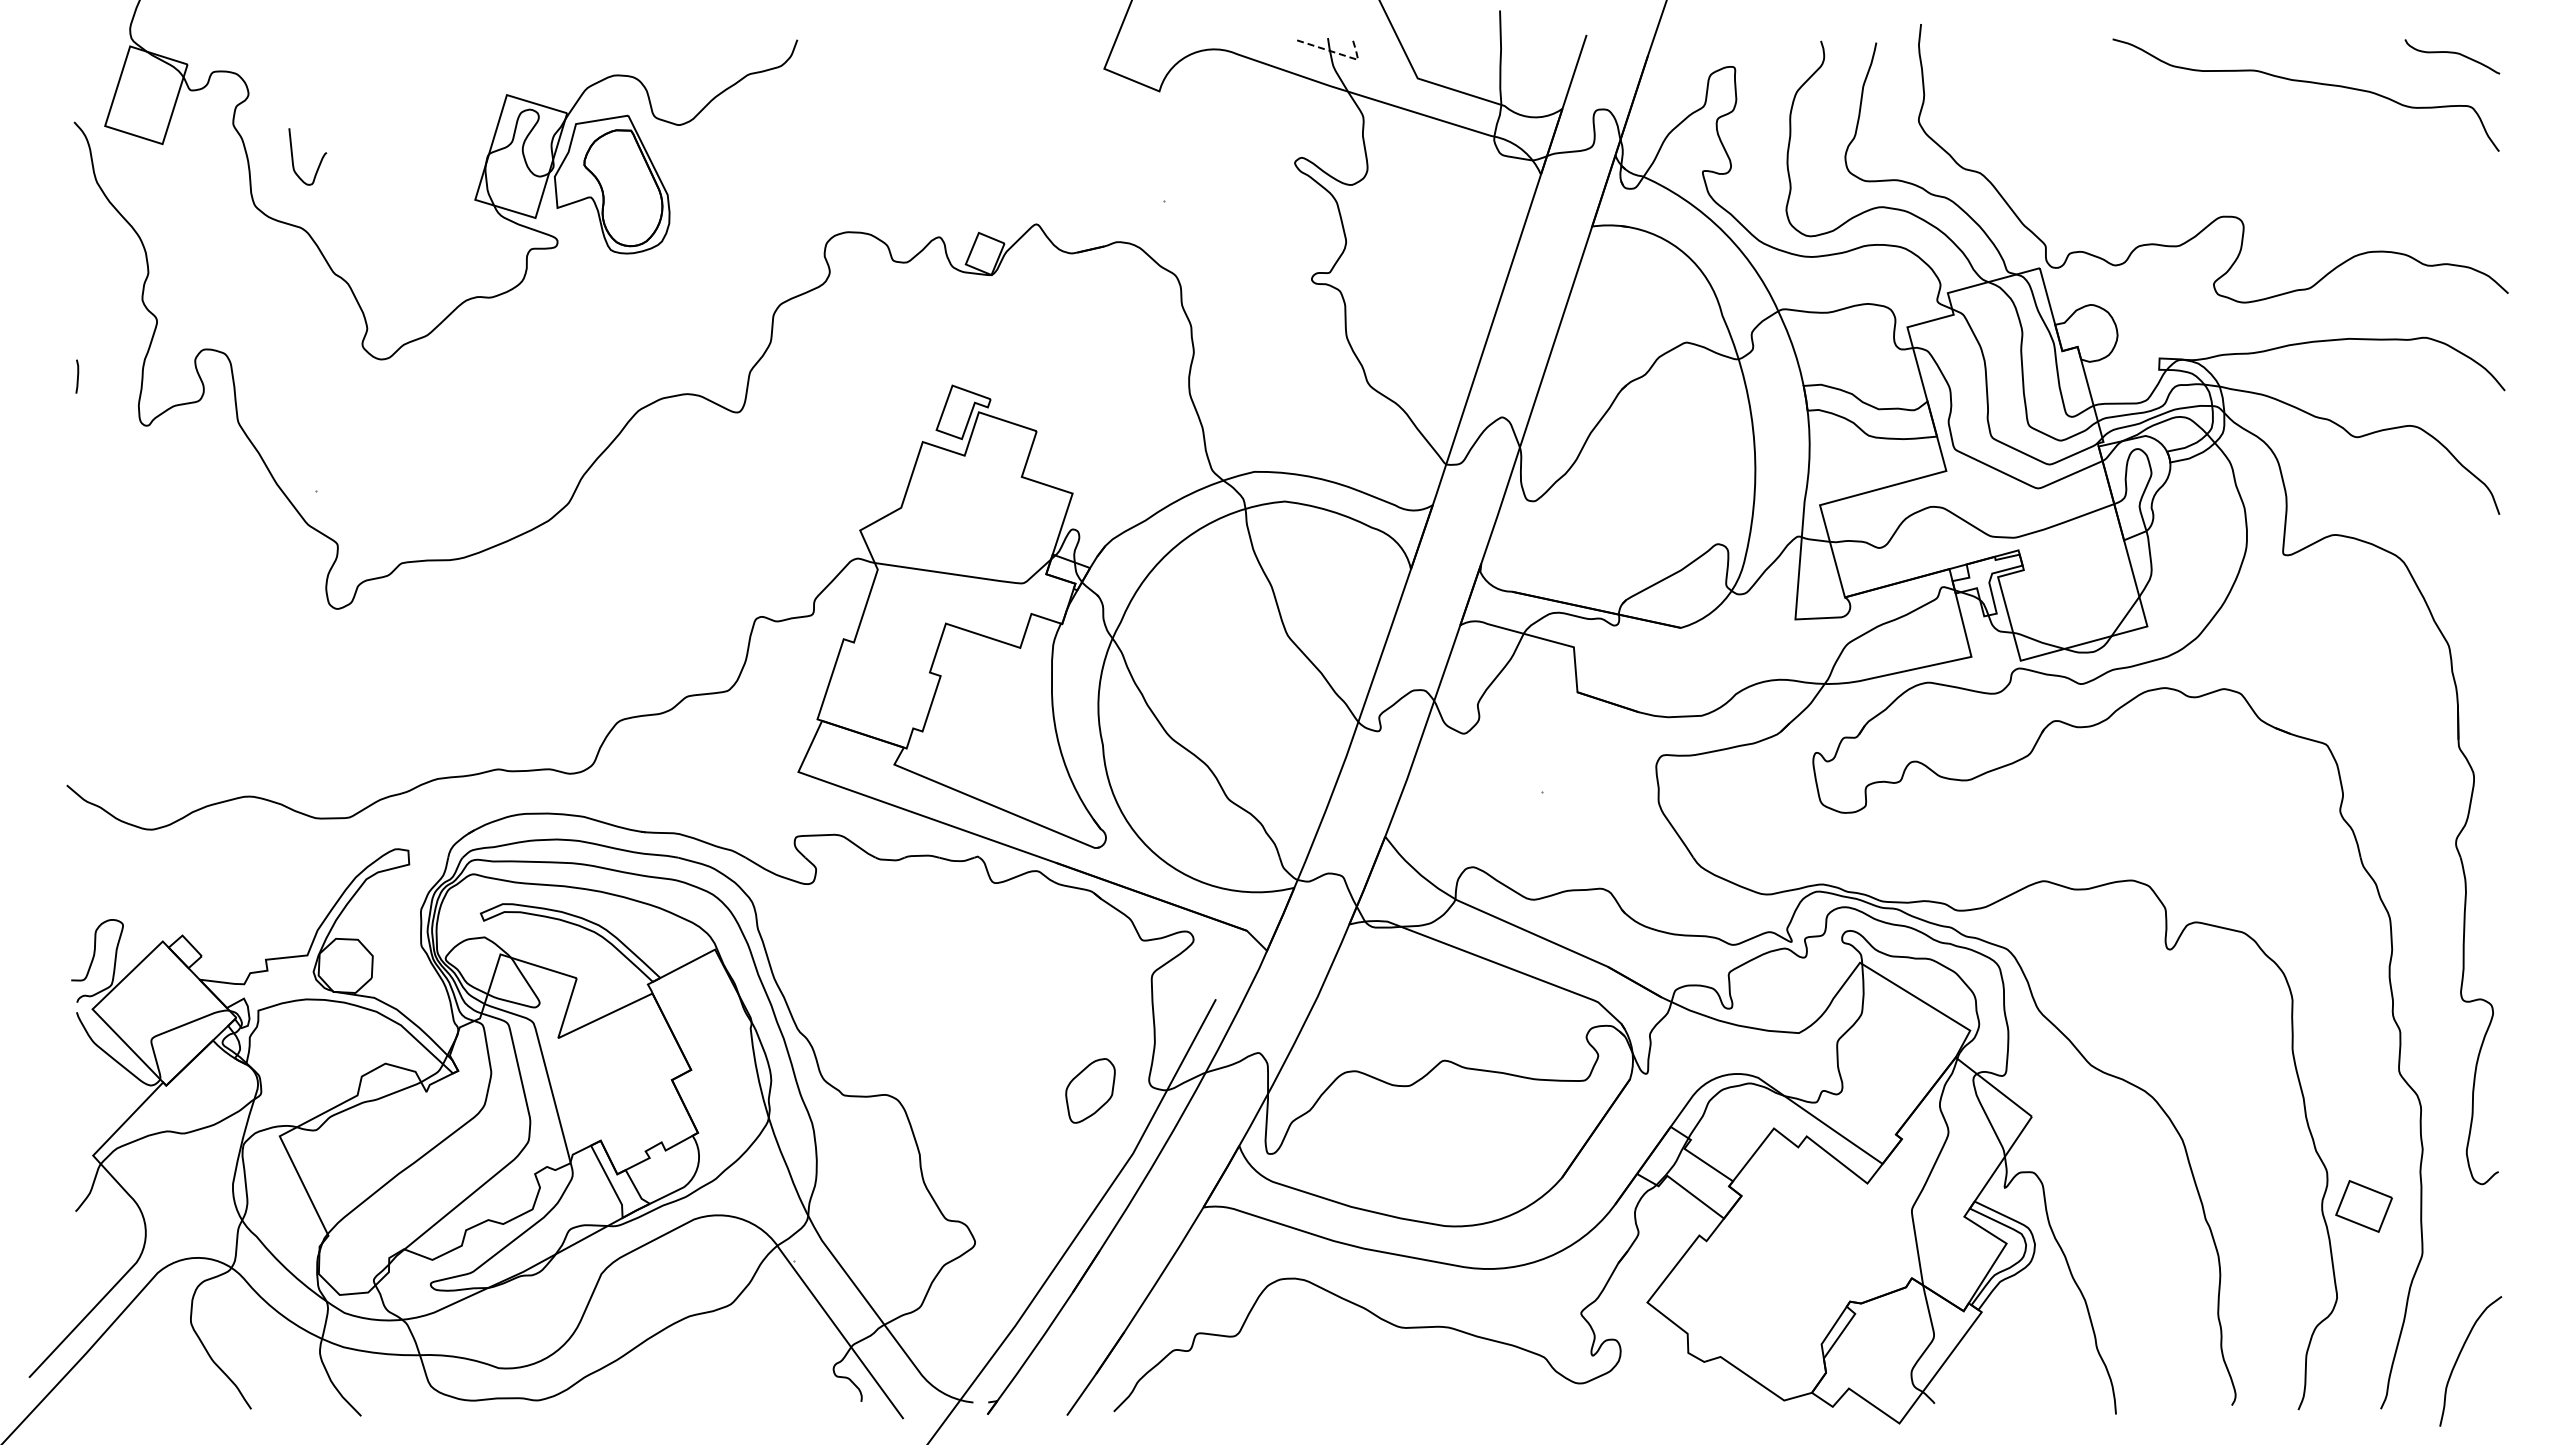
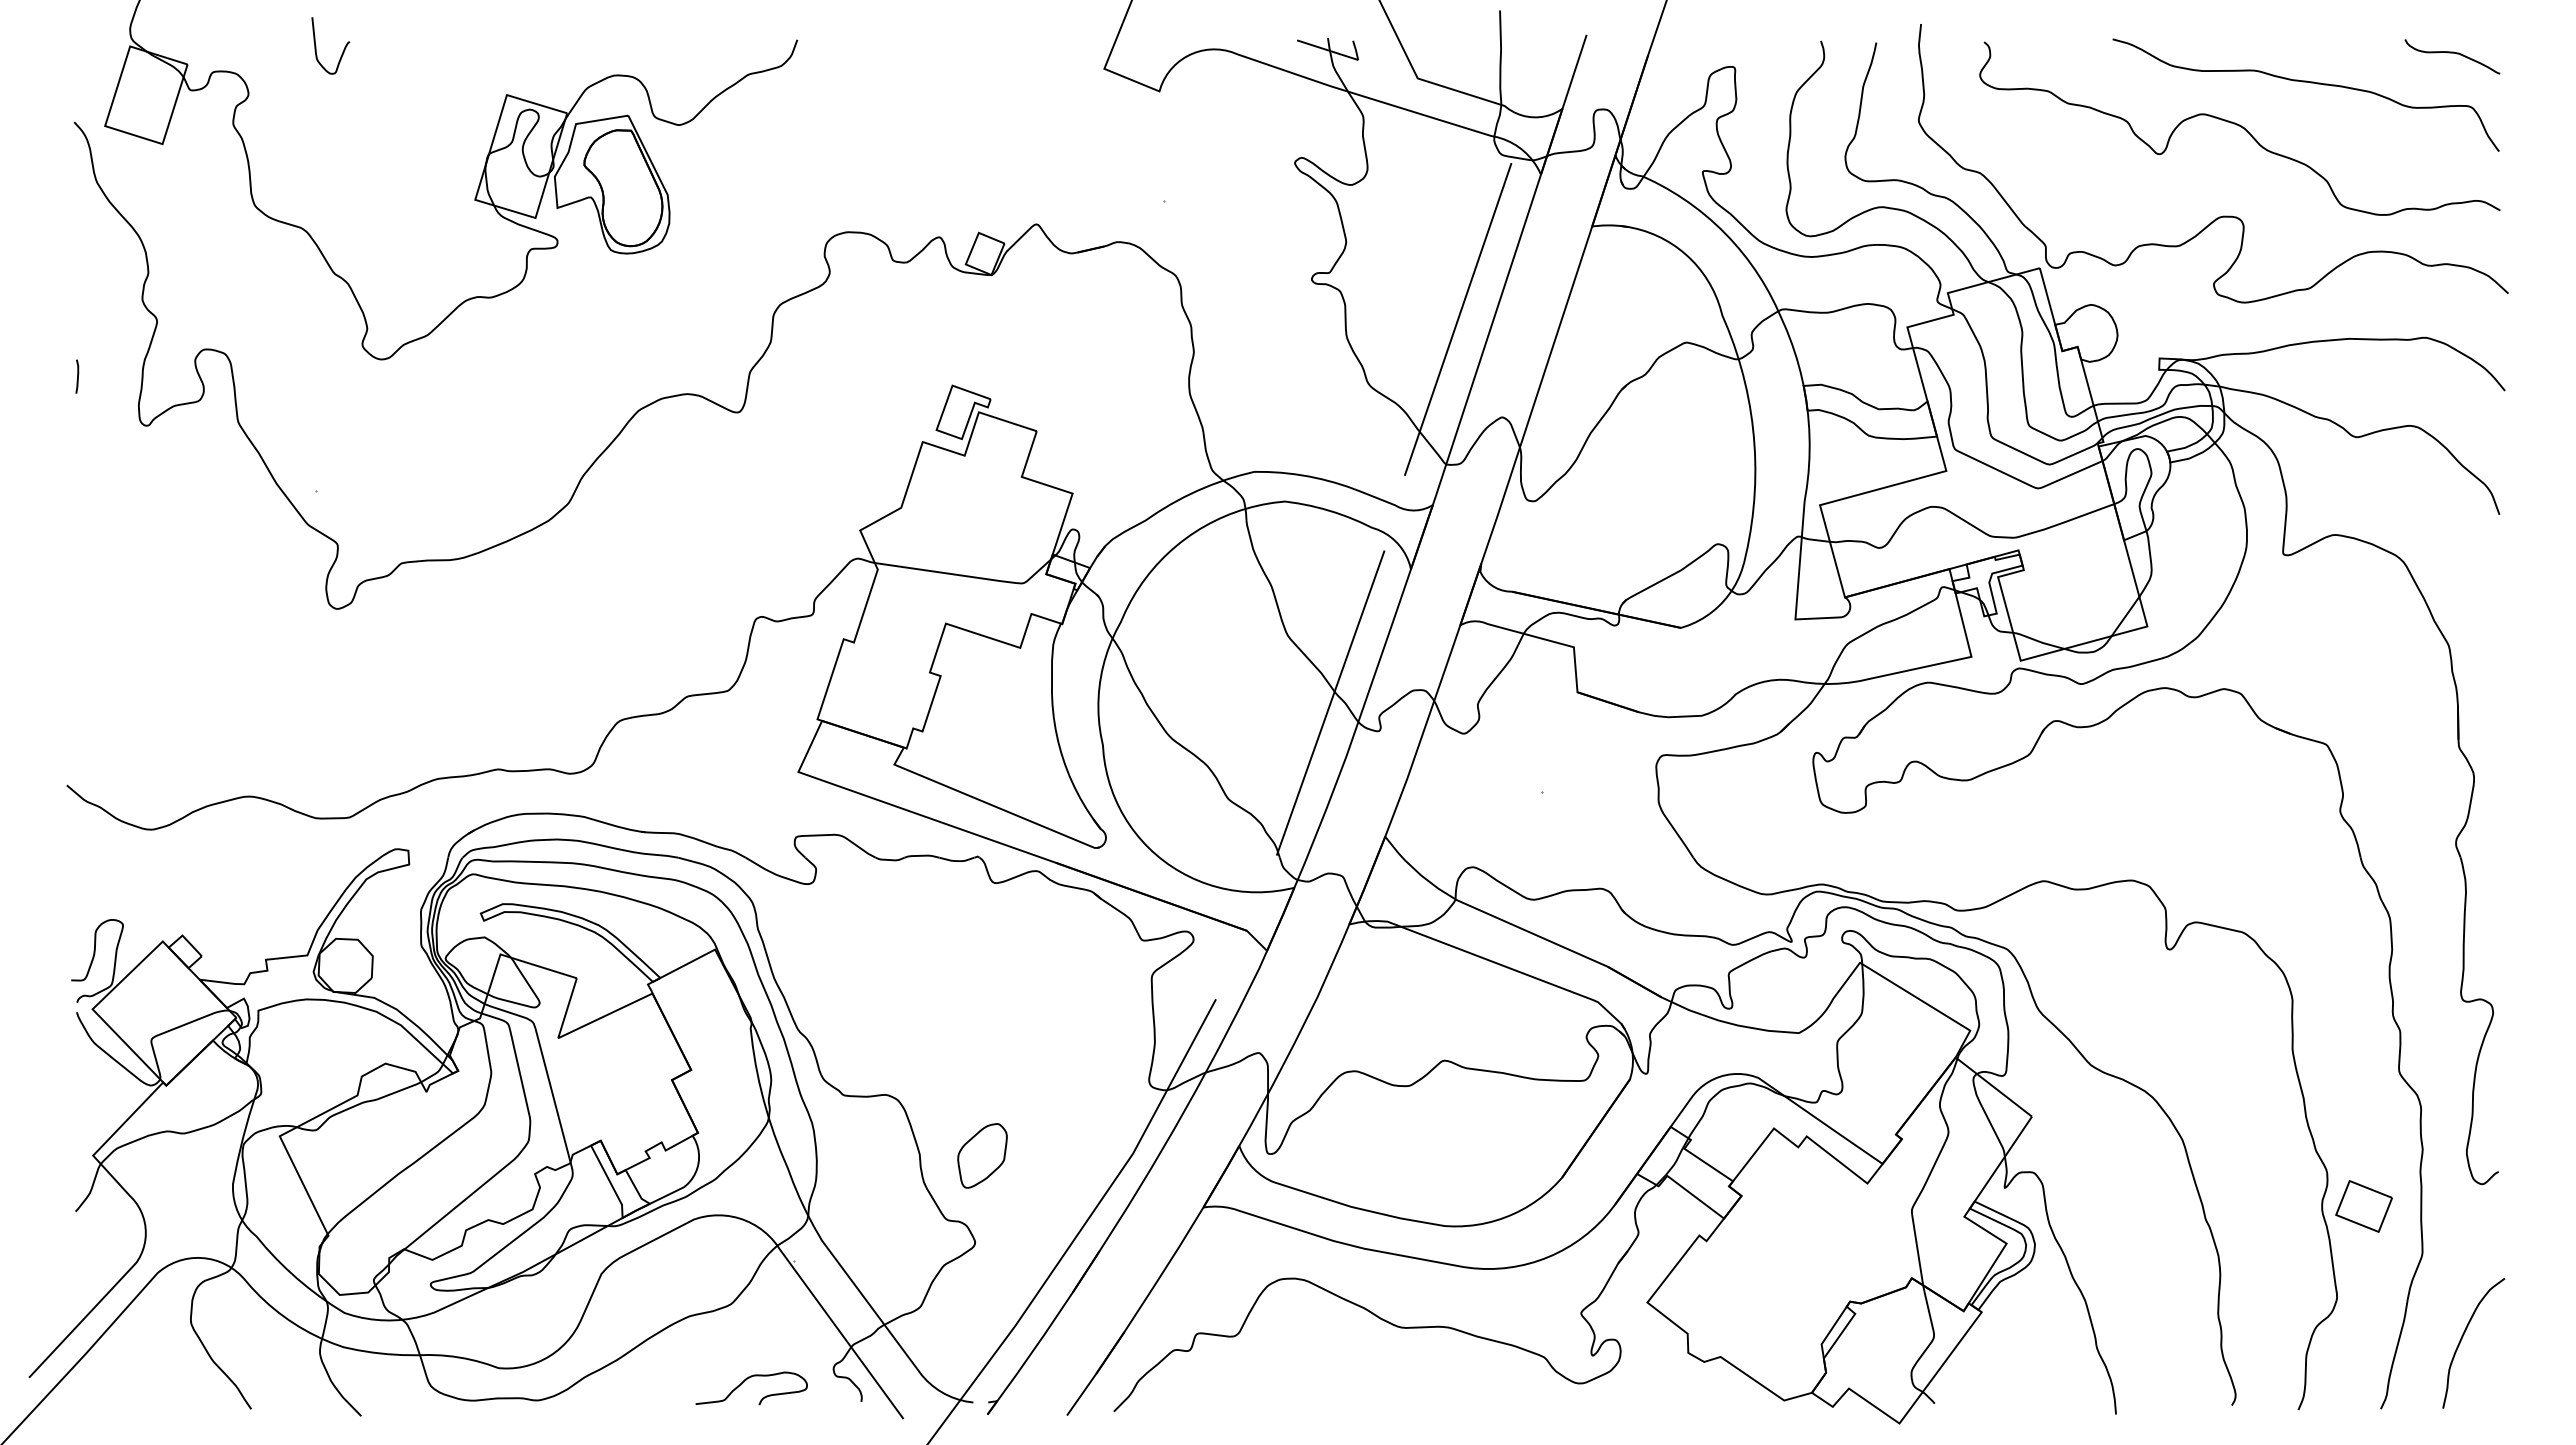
line at (1338, 53): dashed -> solid
curve at (2240, 127): none -> present
curve at (319, 162) position: (319, 162) -> (342, 51)
line at (1458, 319): none -> present
line at (1330, 702): none -> present
part at (1090, 1090) position: (1090, 1090) -> (982, 1155)
curve at (2459, 1357) position: (2459, 1357) -> (2462, 1339)
curve at (745, 1381): none -> present
